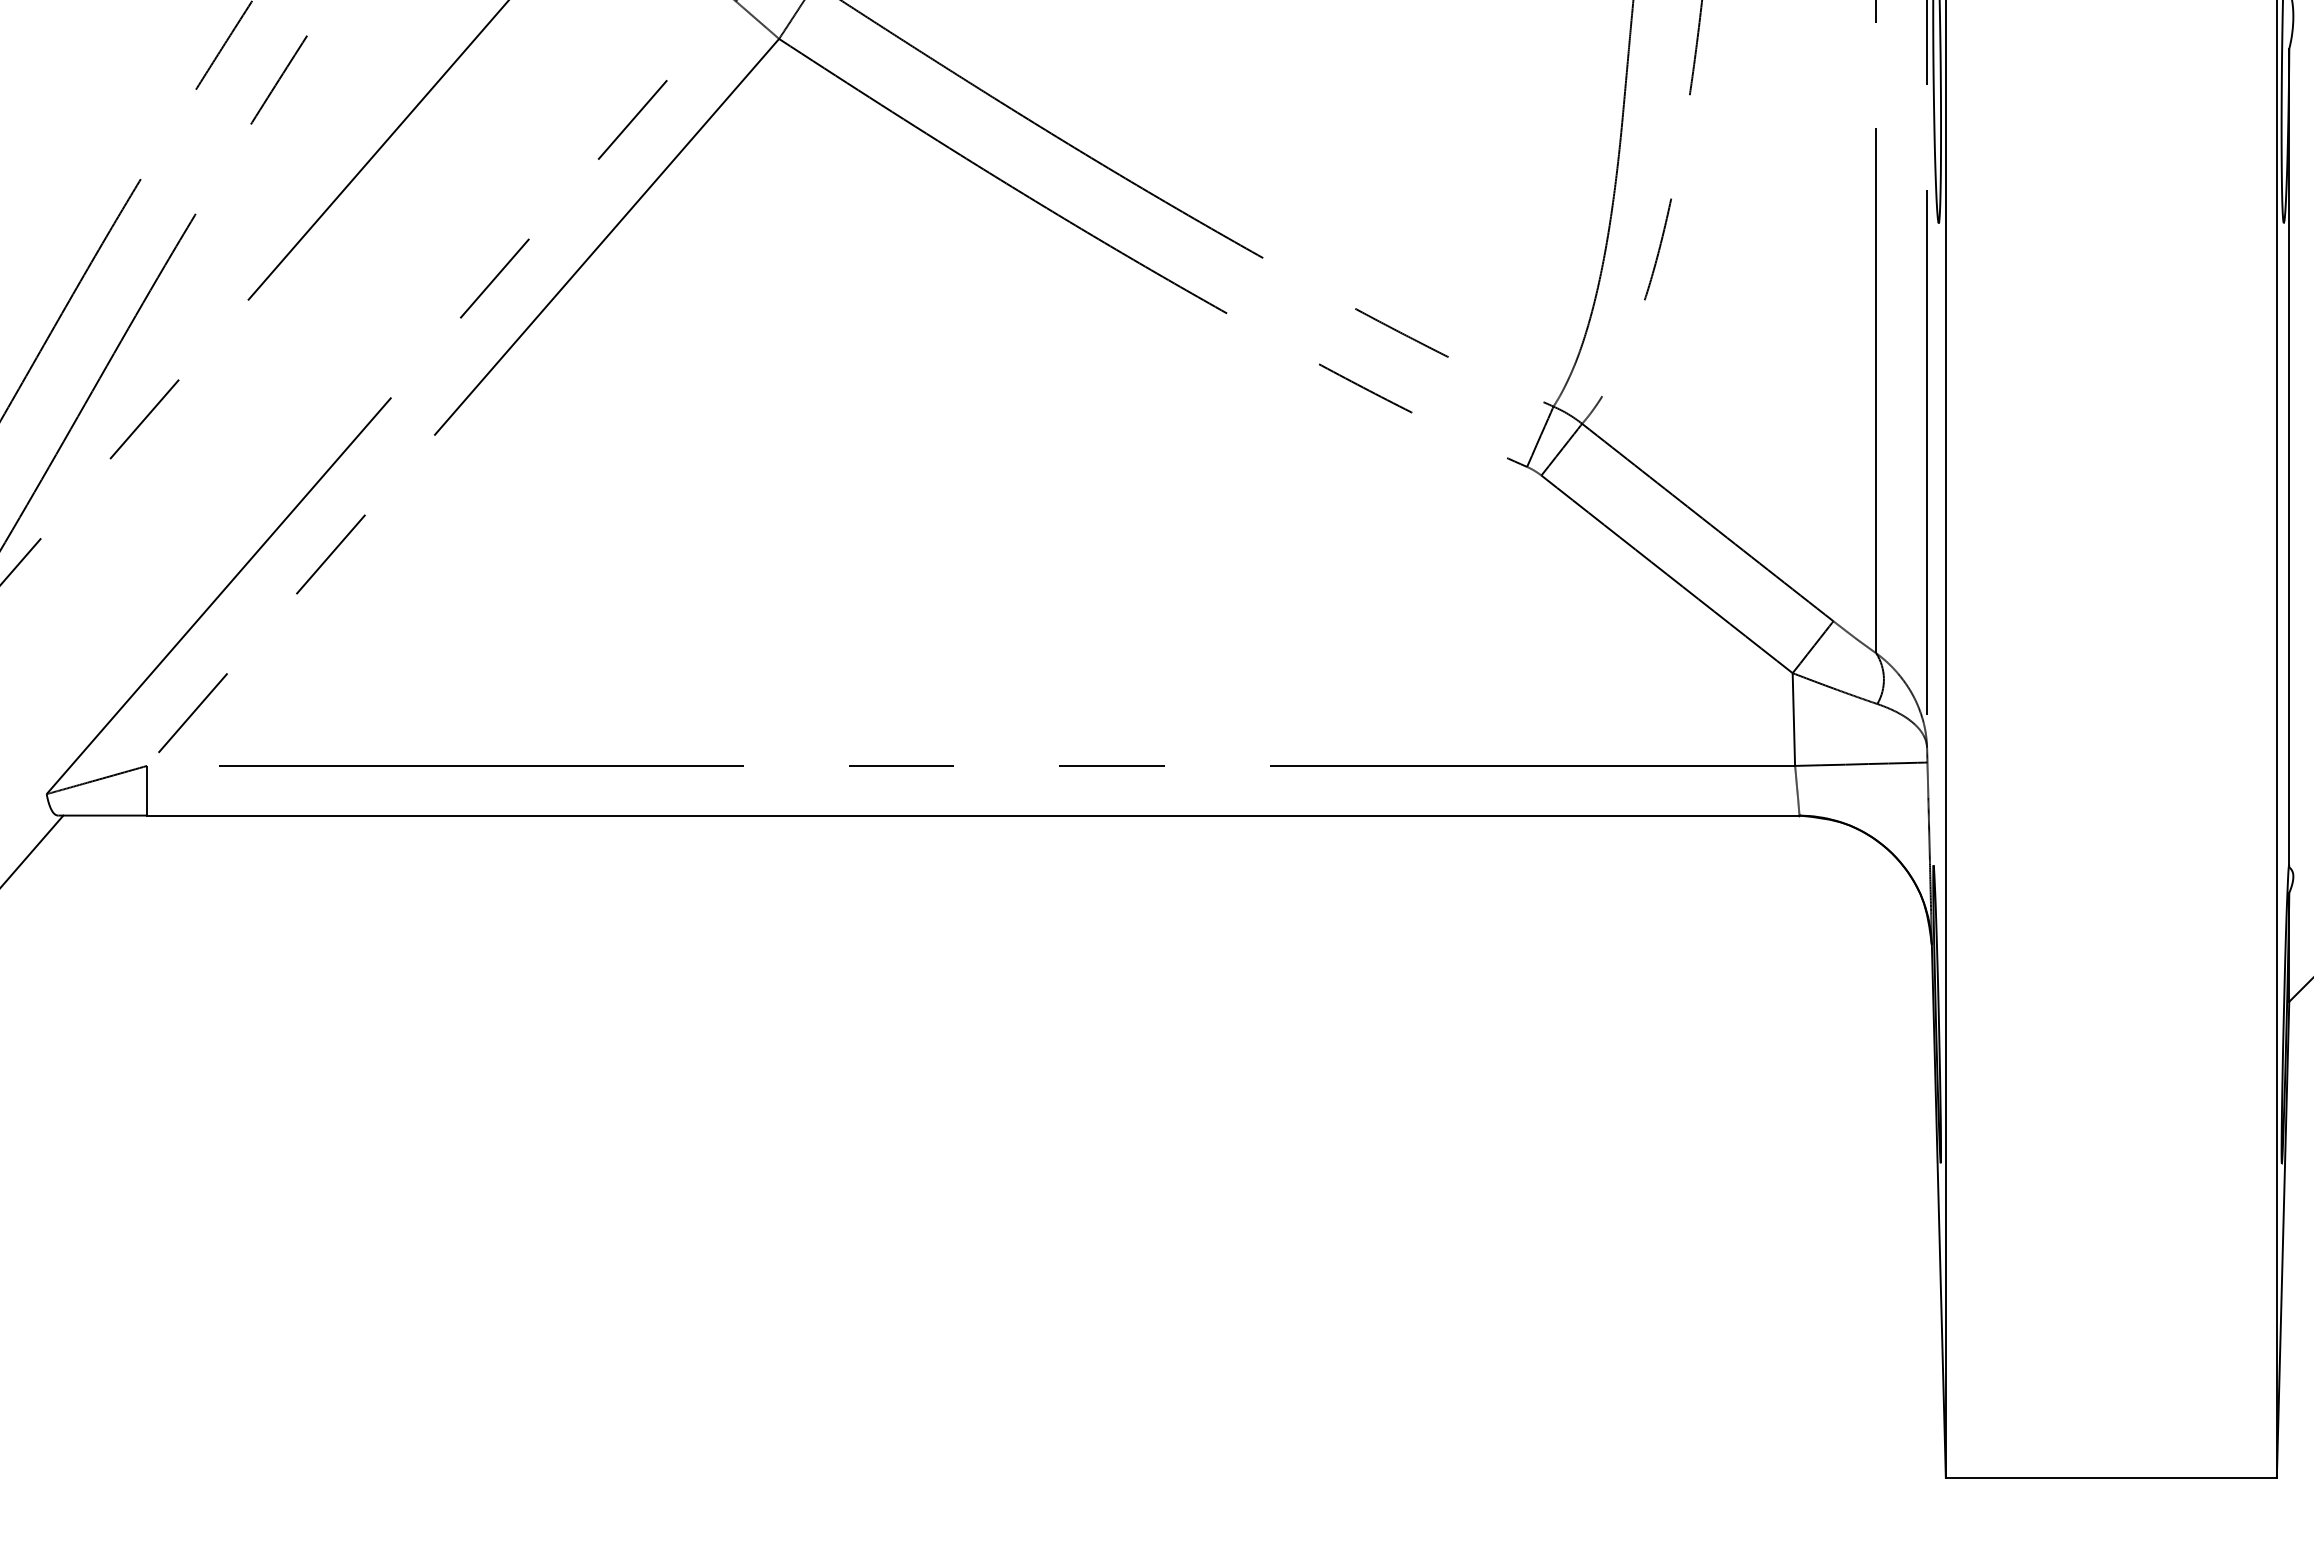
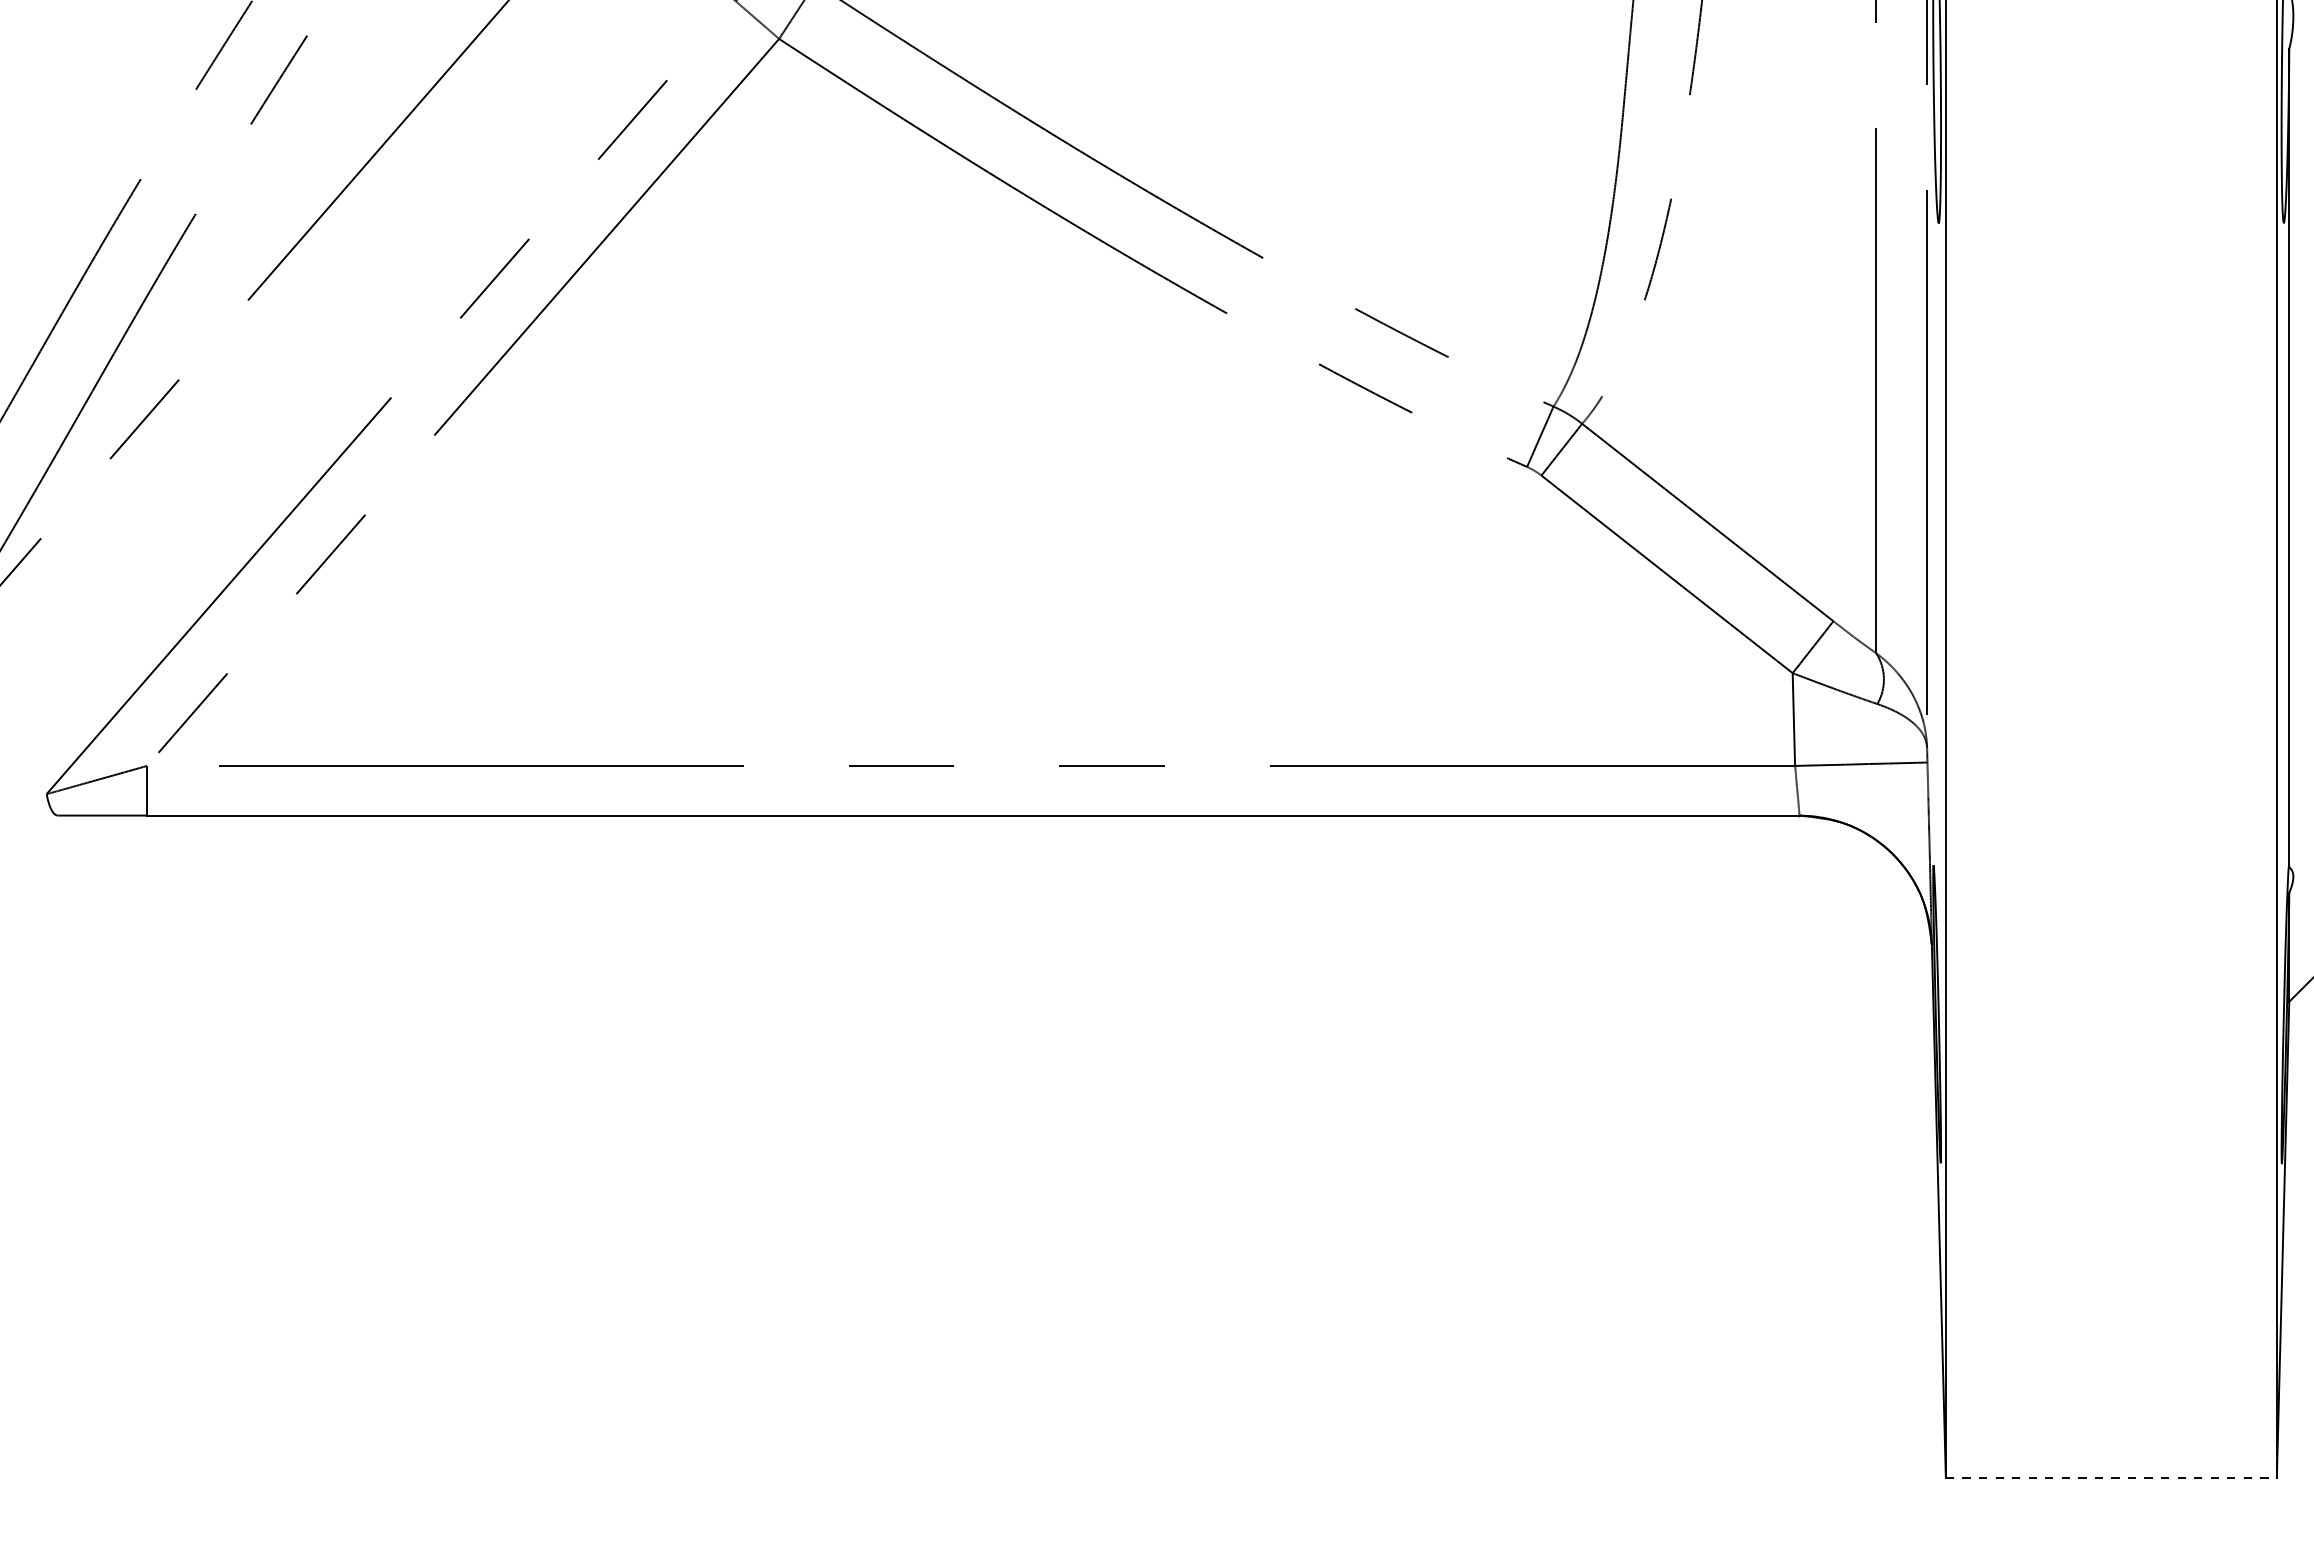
line at (32, 850): present -> none
line at (2111, 1477): solid -> dashed
